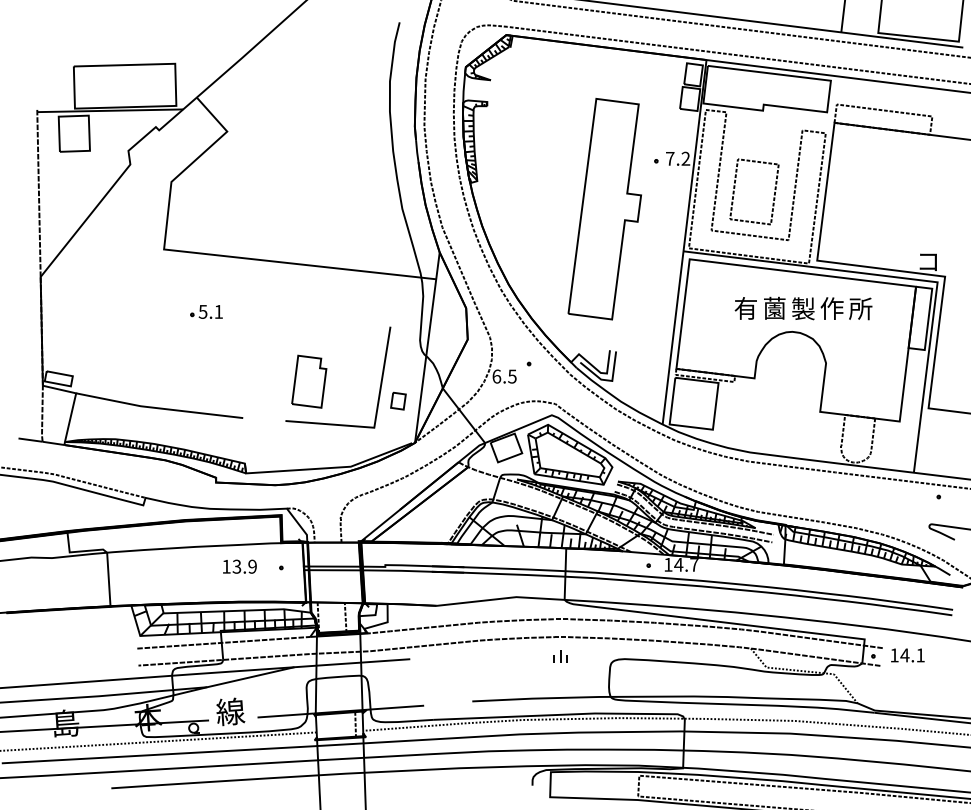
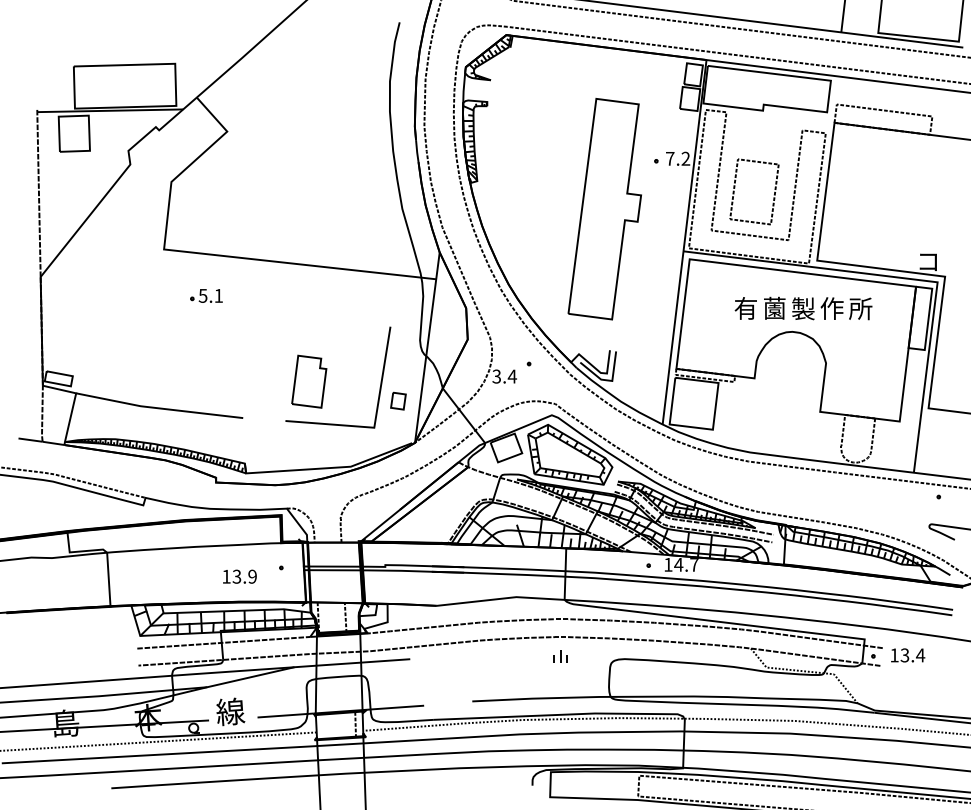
part at (206, 311) position: (206, 311) -> (206, 295)
text at (504, 376): 6.5 -> 3.4
text at (239, 566) position: (239, 566) -> (239, 576)
text at (912, 655): 14.1 -> 13.4
